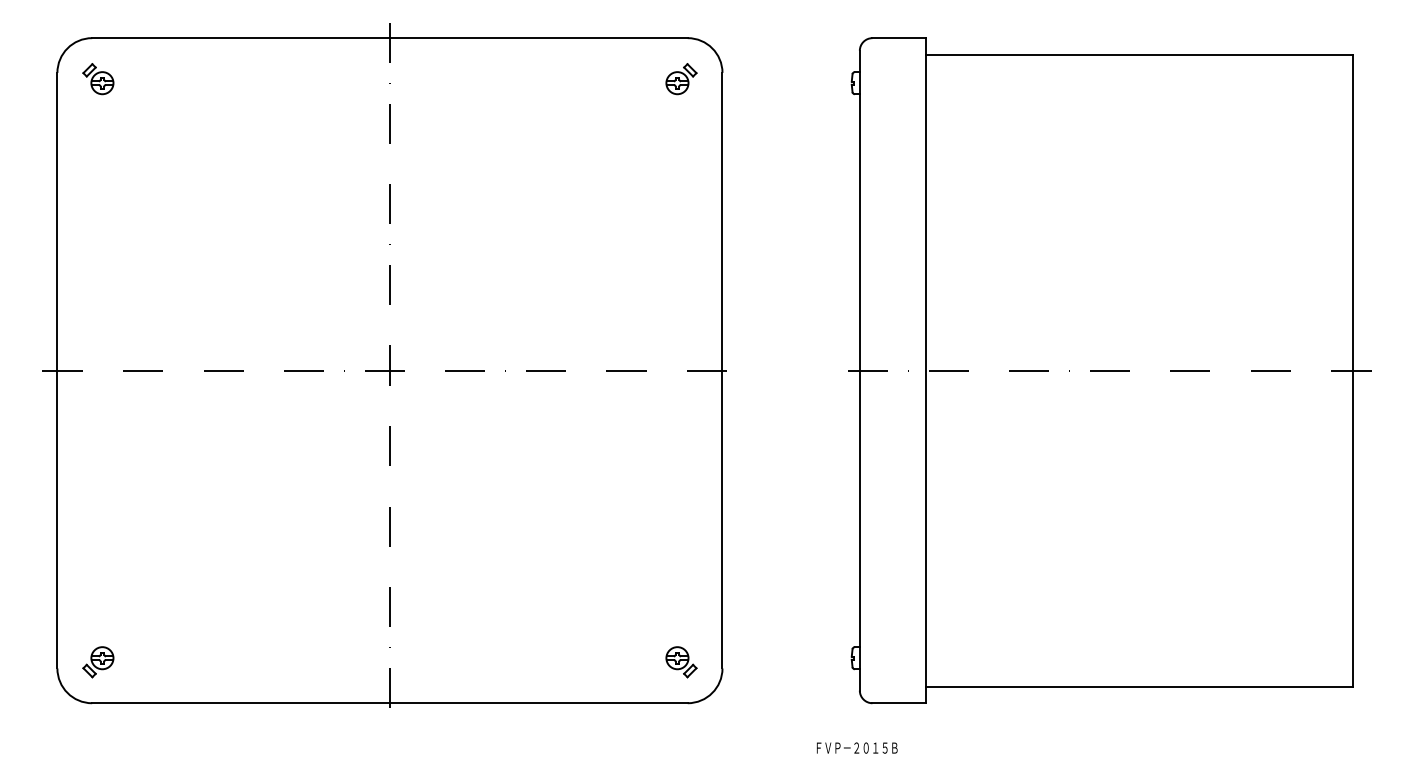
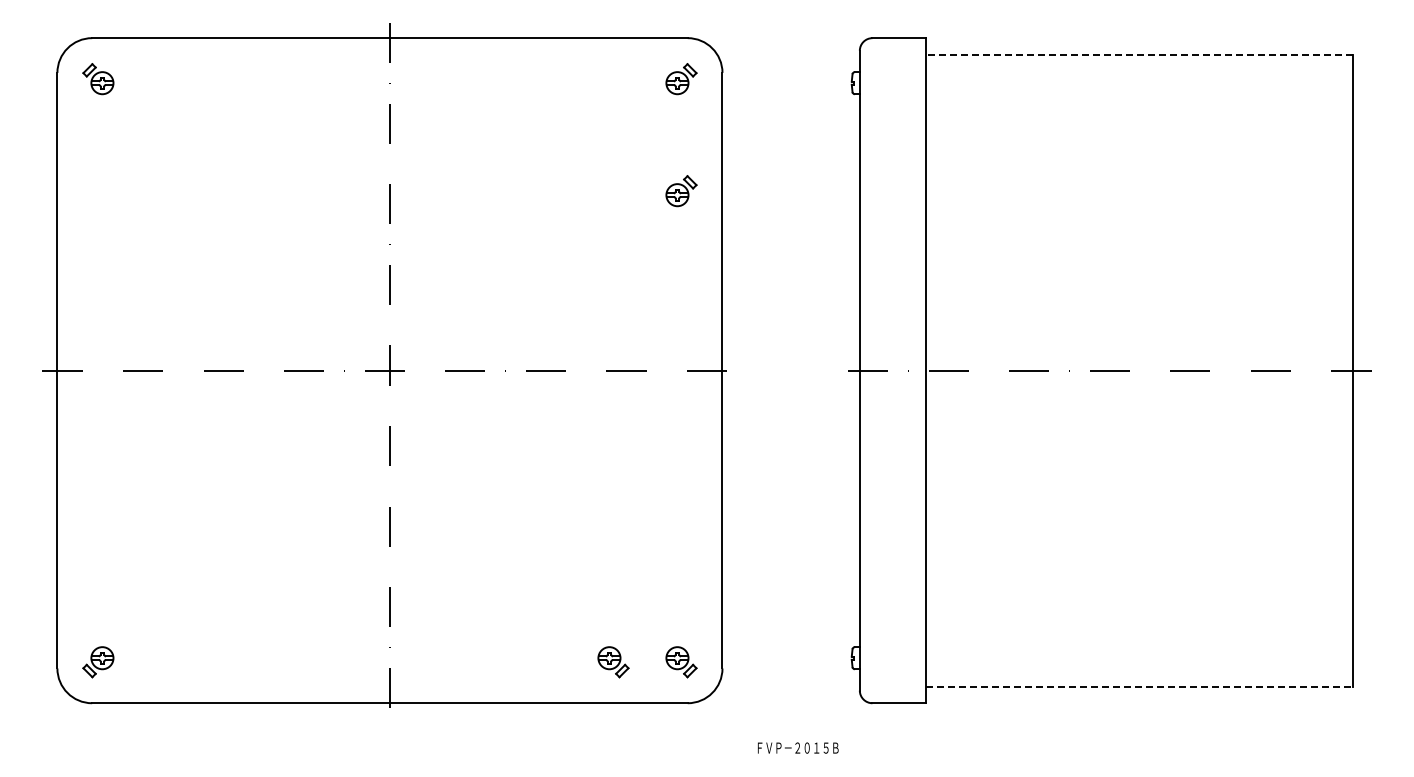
line at (1138, 54): solid -> dashed
part at (681, 191): none -> present
part at (613, 662): none -> present
line at (1139, 686): solid -> dashed
text at (857, 747) position: (857, 747) -> (798, 747)
